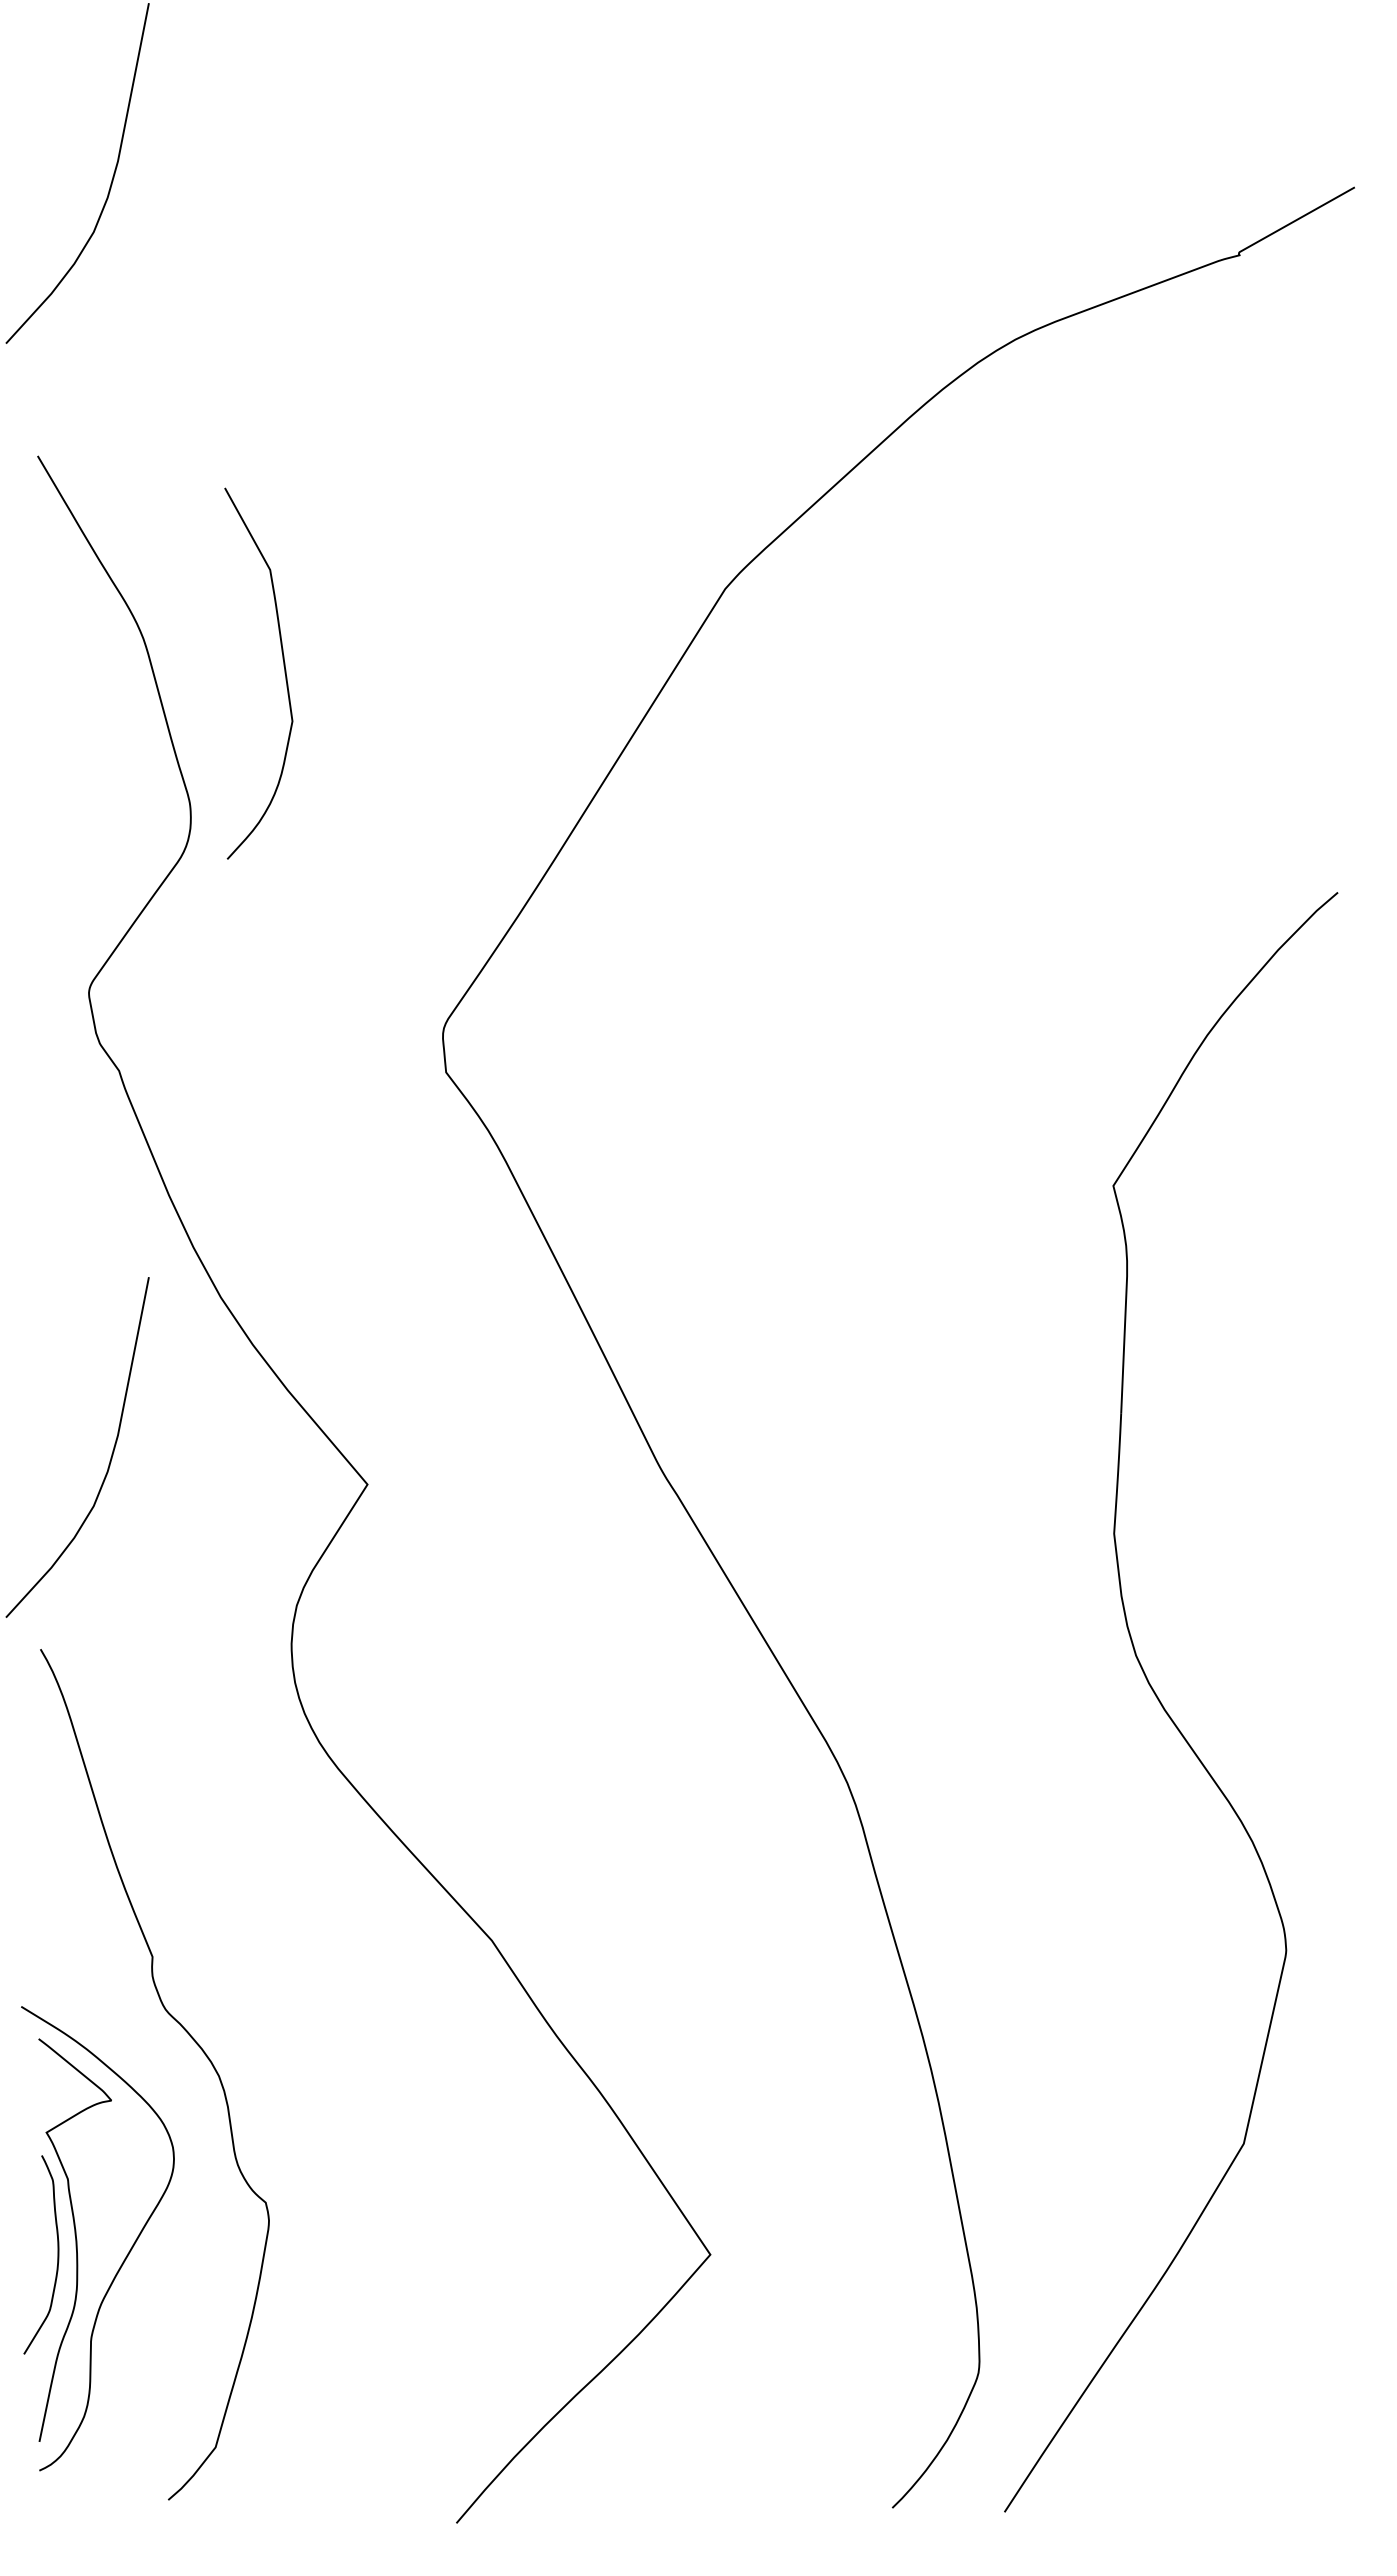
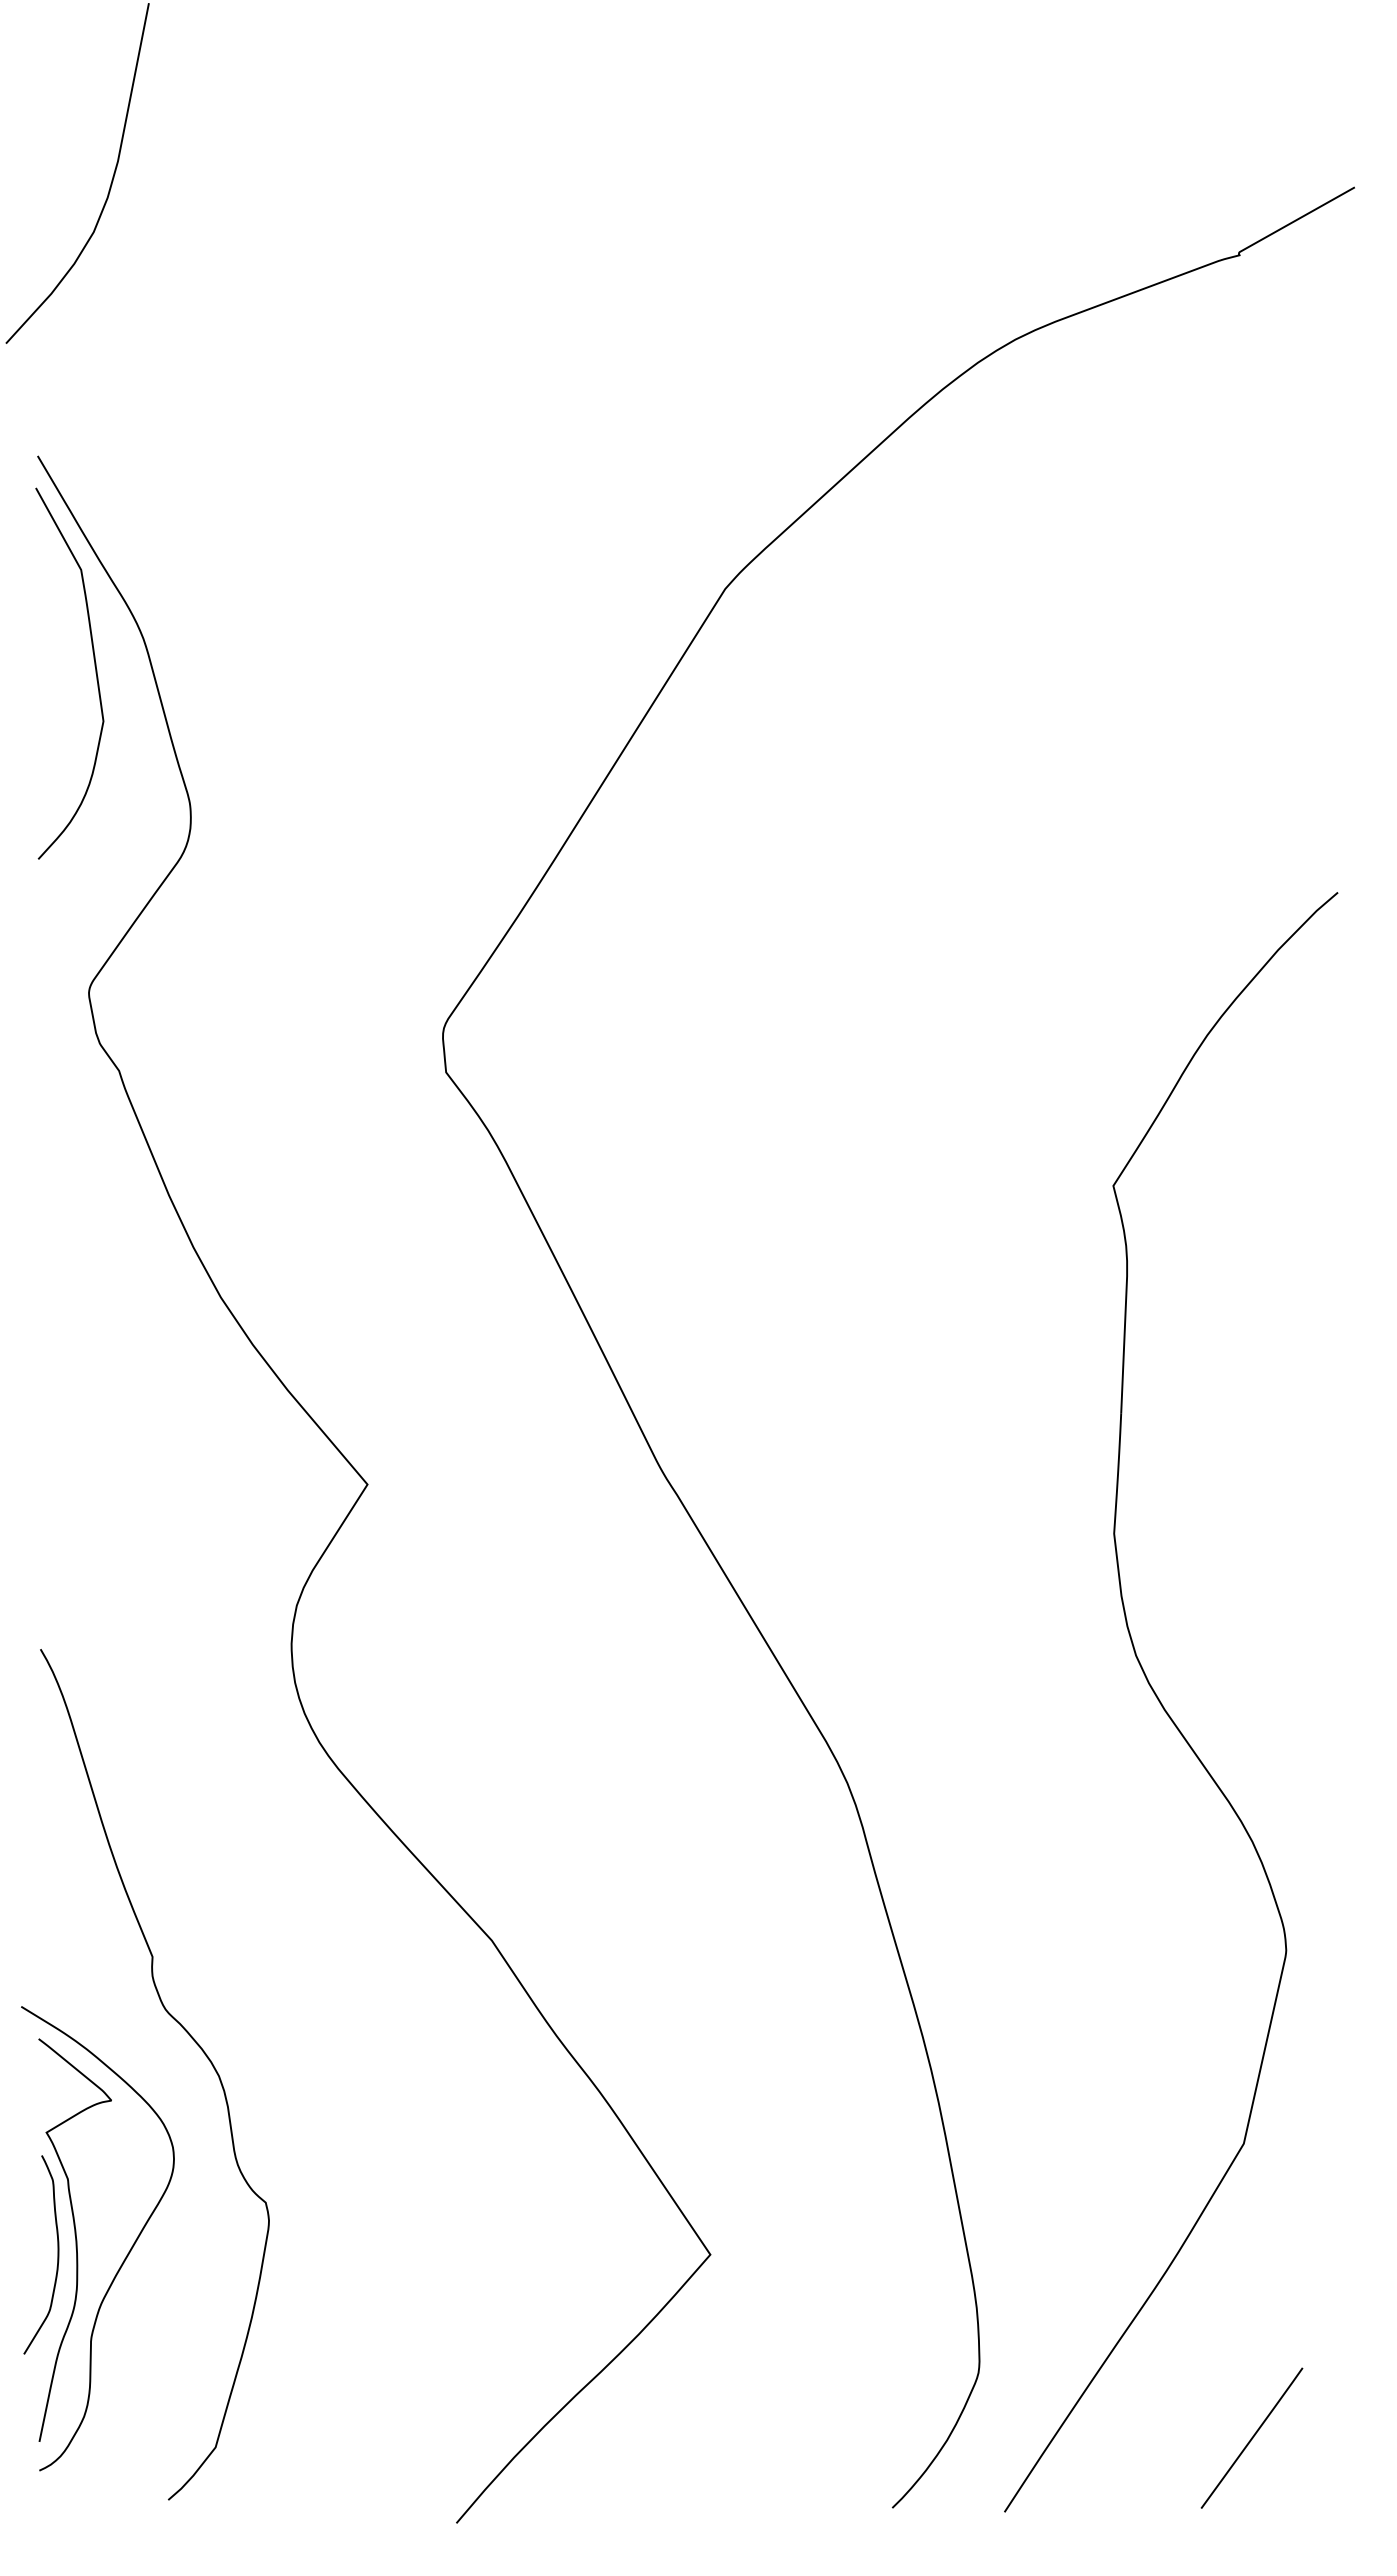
curve at (283, 666) position: (283, 666) -> (94, 666)
curve at (110, 1457): present -> none
line at (1251, 2437): none -> present
